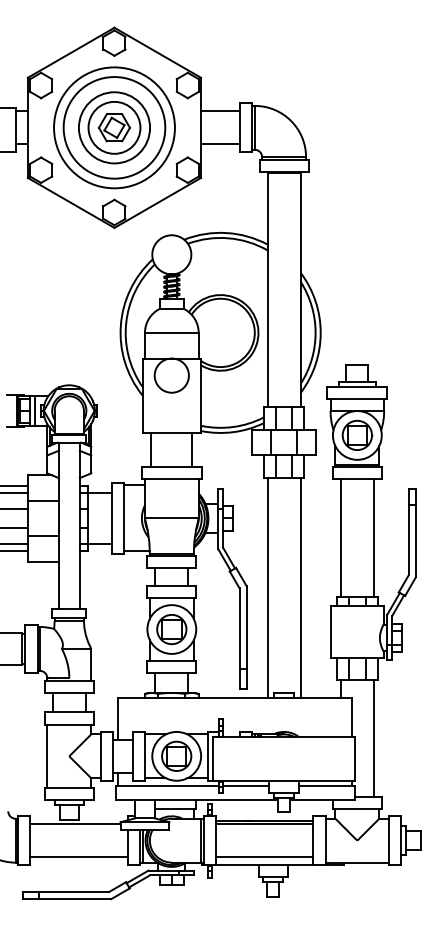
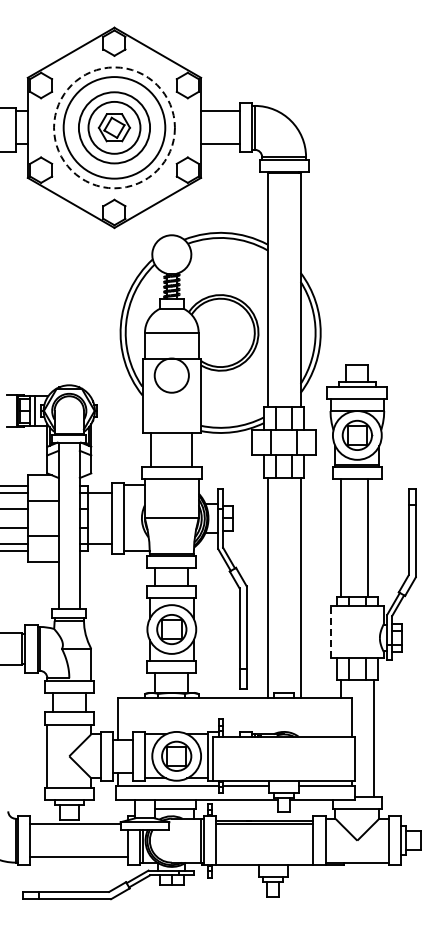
circle at (114, 127): solid -> dashed
line at (373, 537) position: (373, 537) -> (367, 537)
line at (331, 631): solid -> dashed
line at (264, 857): present -> none
